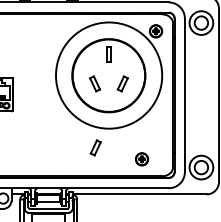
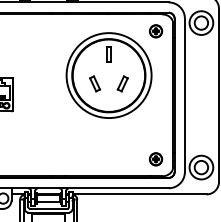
circle at (109, 75) diameter: 106 px -> 85 px
part at (95, 147): present -> none
part at (142, 159) position: (142, 159) -> (156, 159)
